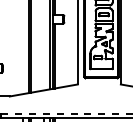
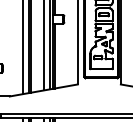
line at (43, 46): none -> present
line at (23, 48): none -> present
line at (66, 113): dashed -> solid
